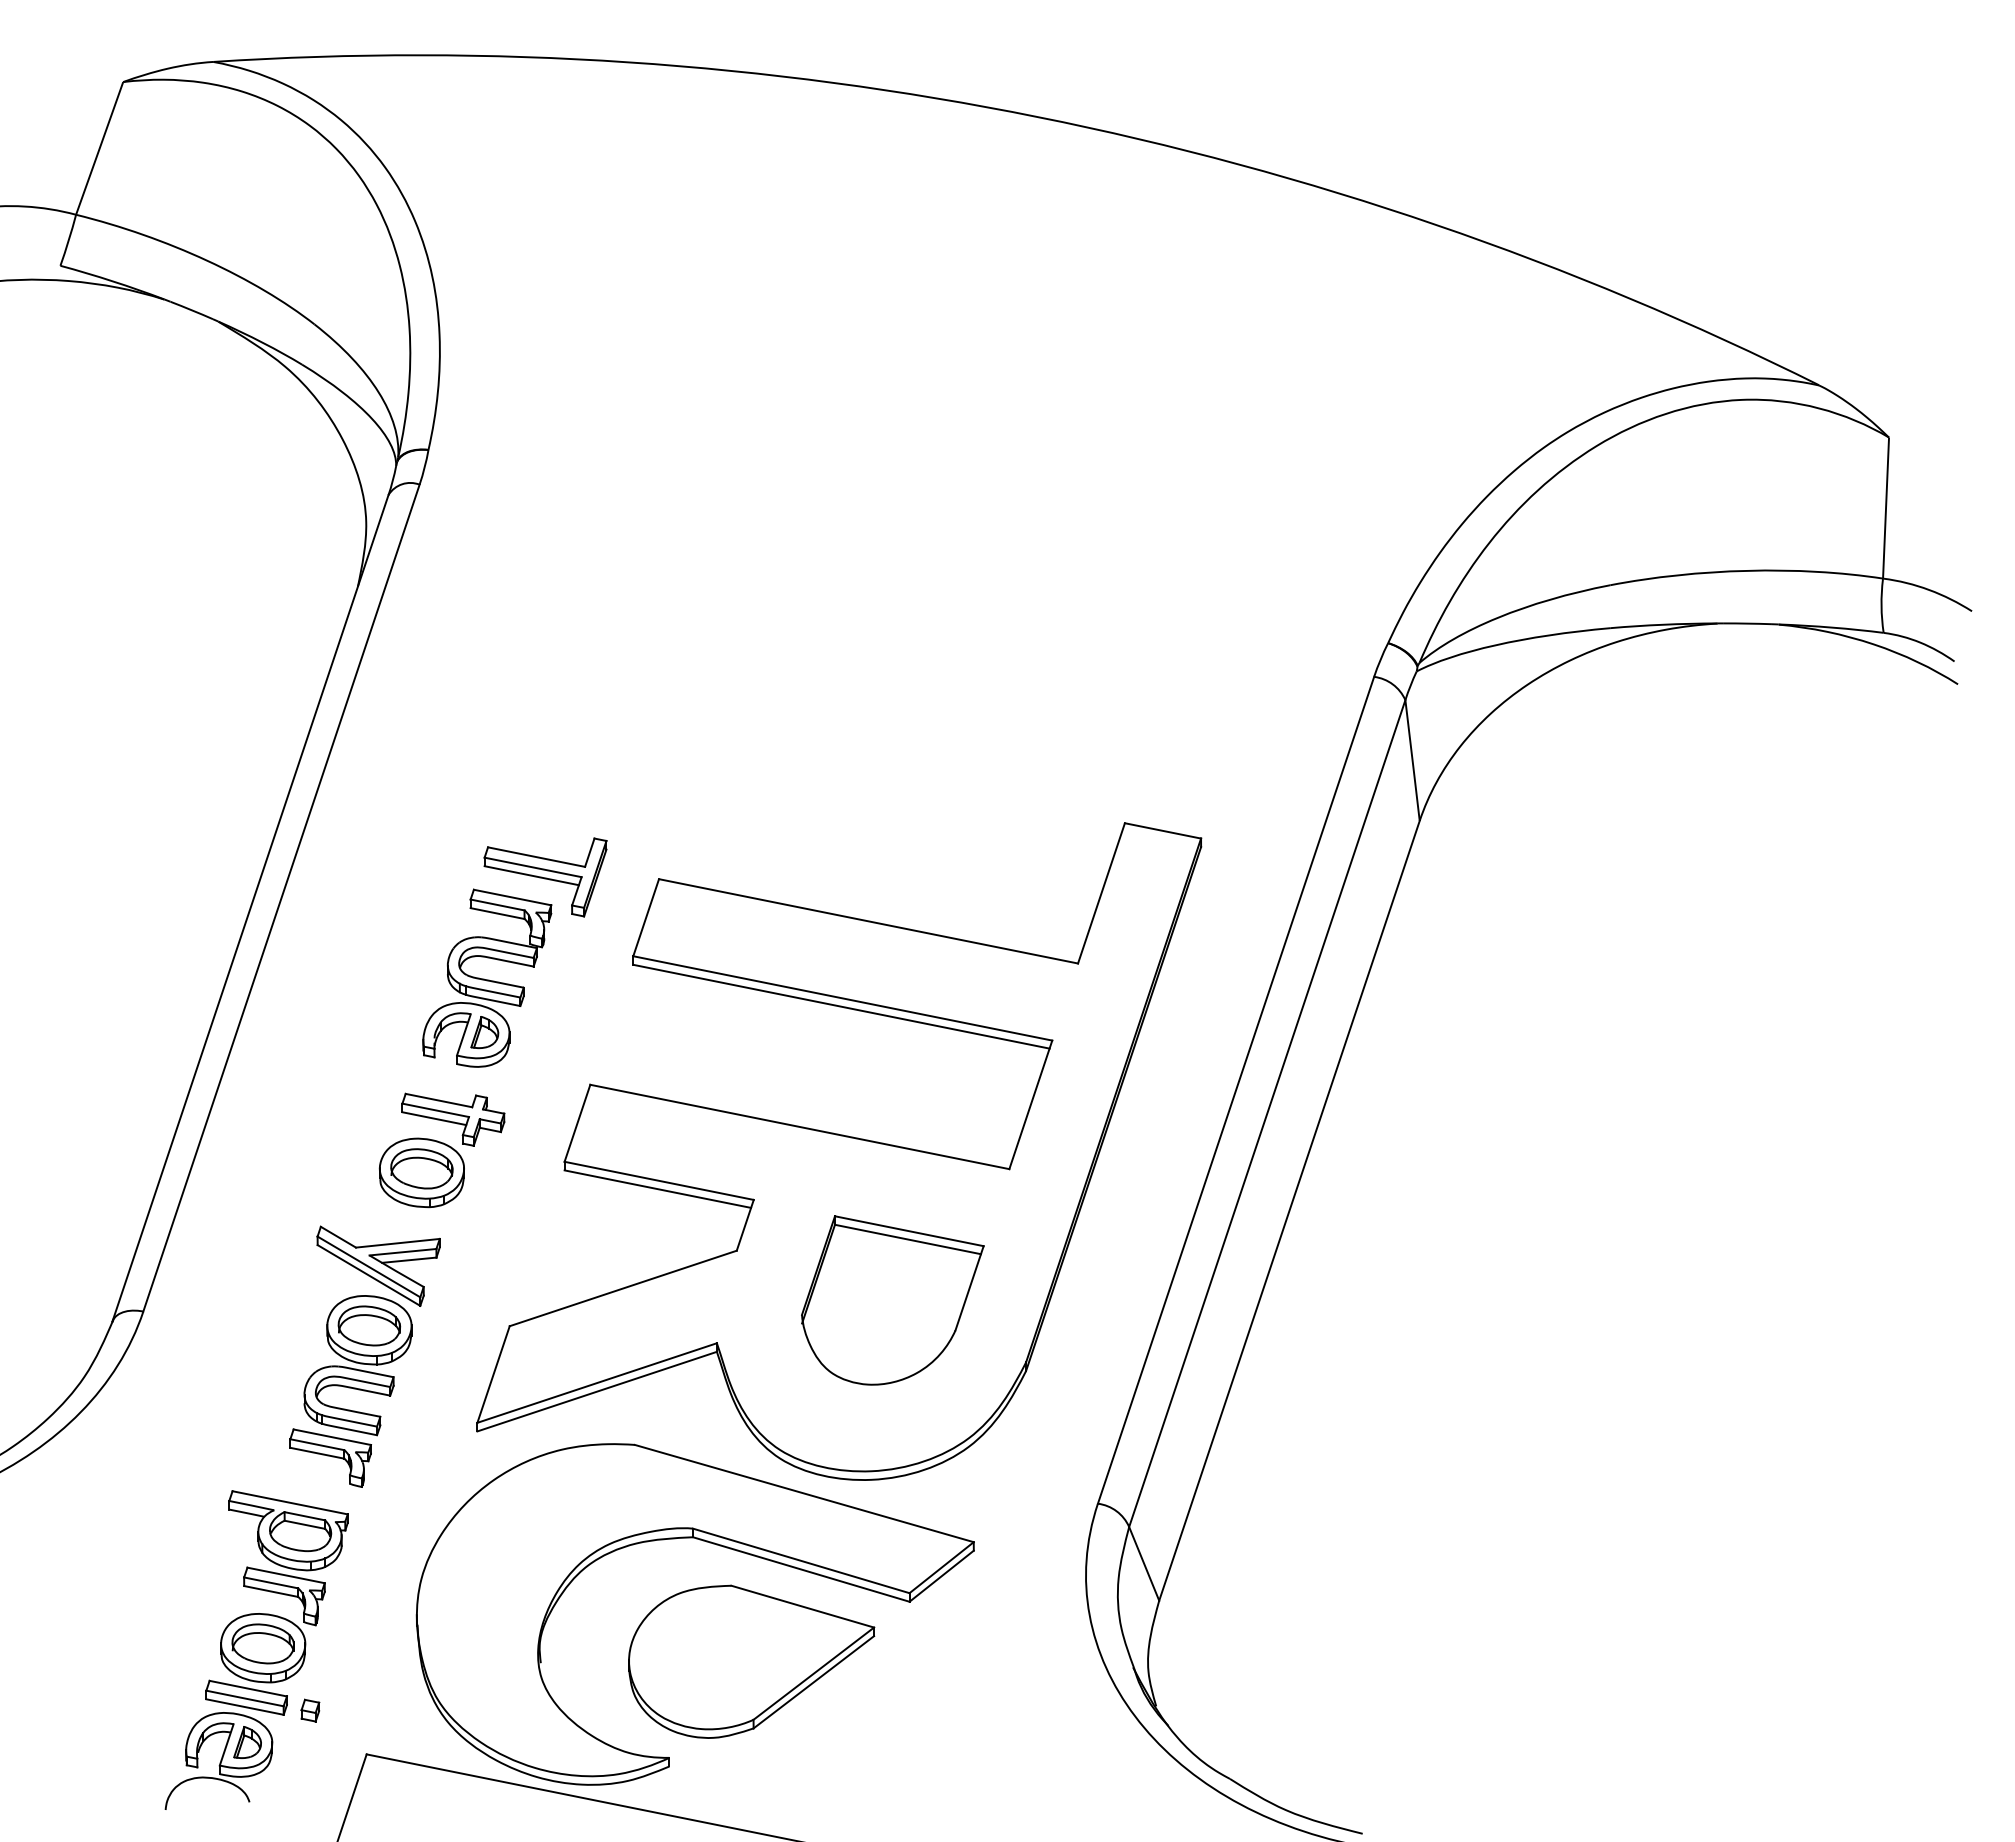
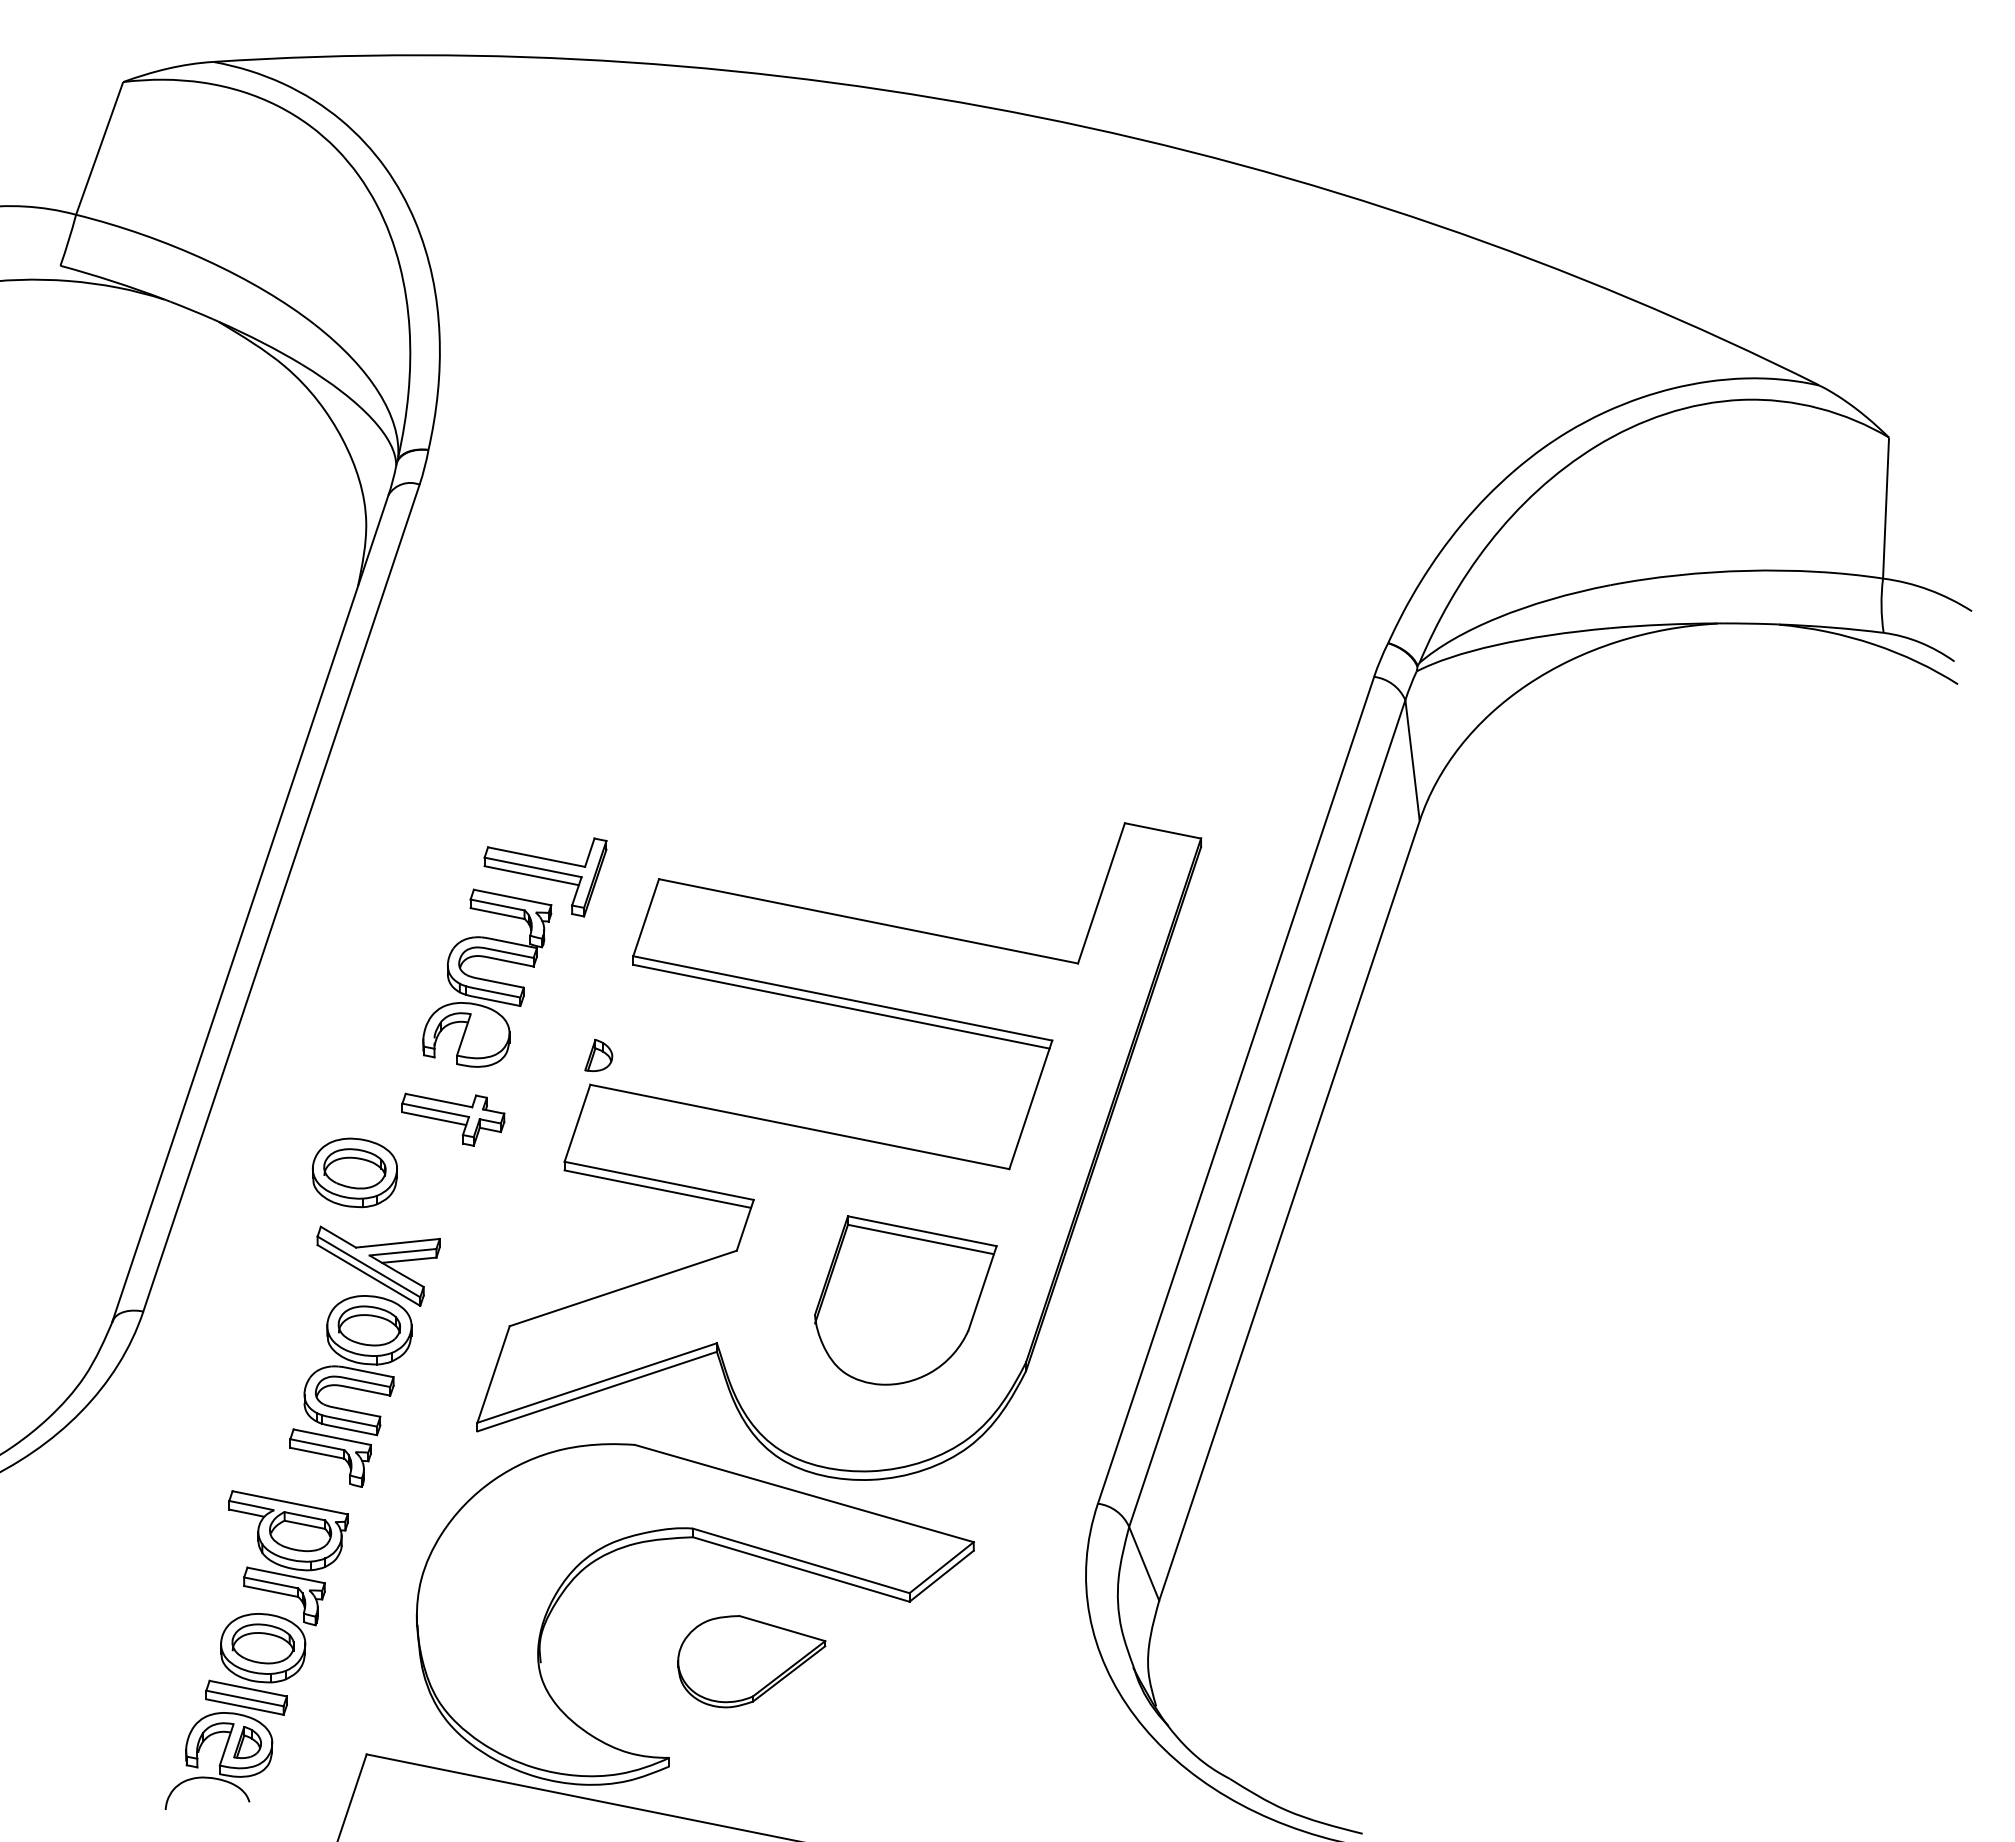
part at (484, 1032) position: (484, 1032) -> (598, 1055)
part at (421, 1172) position: (421, 1172) -> (354, 1172)
part at (892, 1300) position: (892, 1300) -> (905, 1300)
part at (751, 1661) size: 248x155 px -> 150x94 px
part at (310, 1710): present -> none
